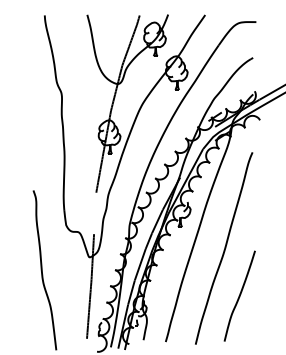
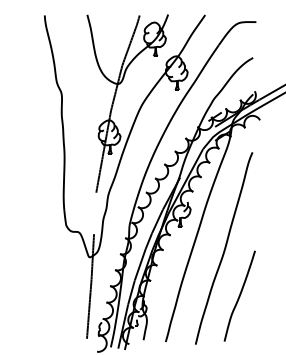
curve at (42, 270): present -> none
